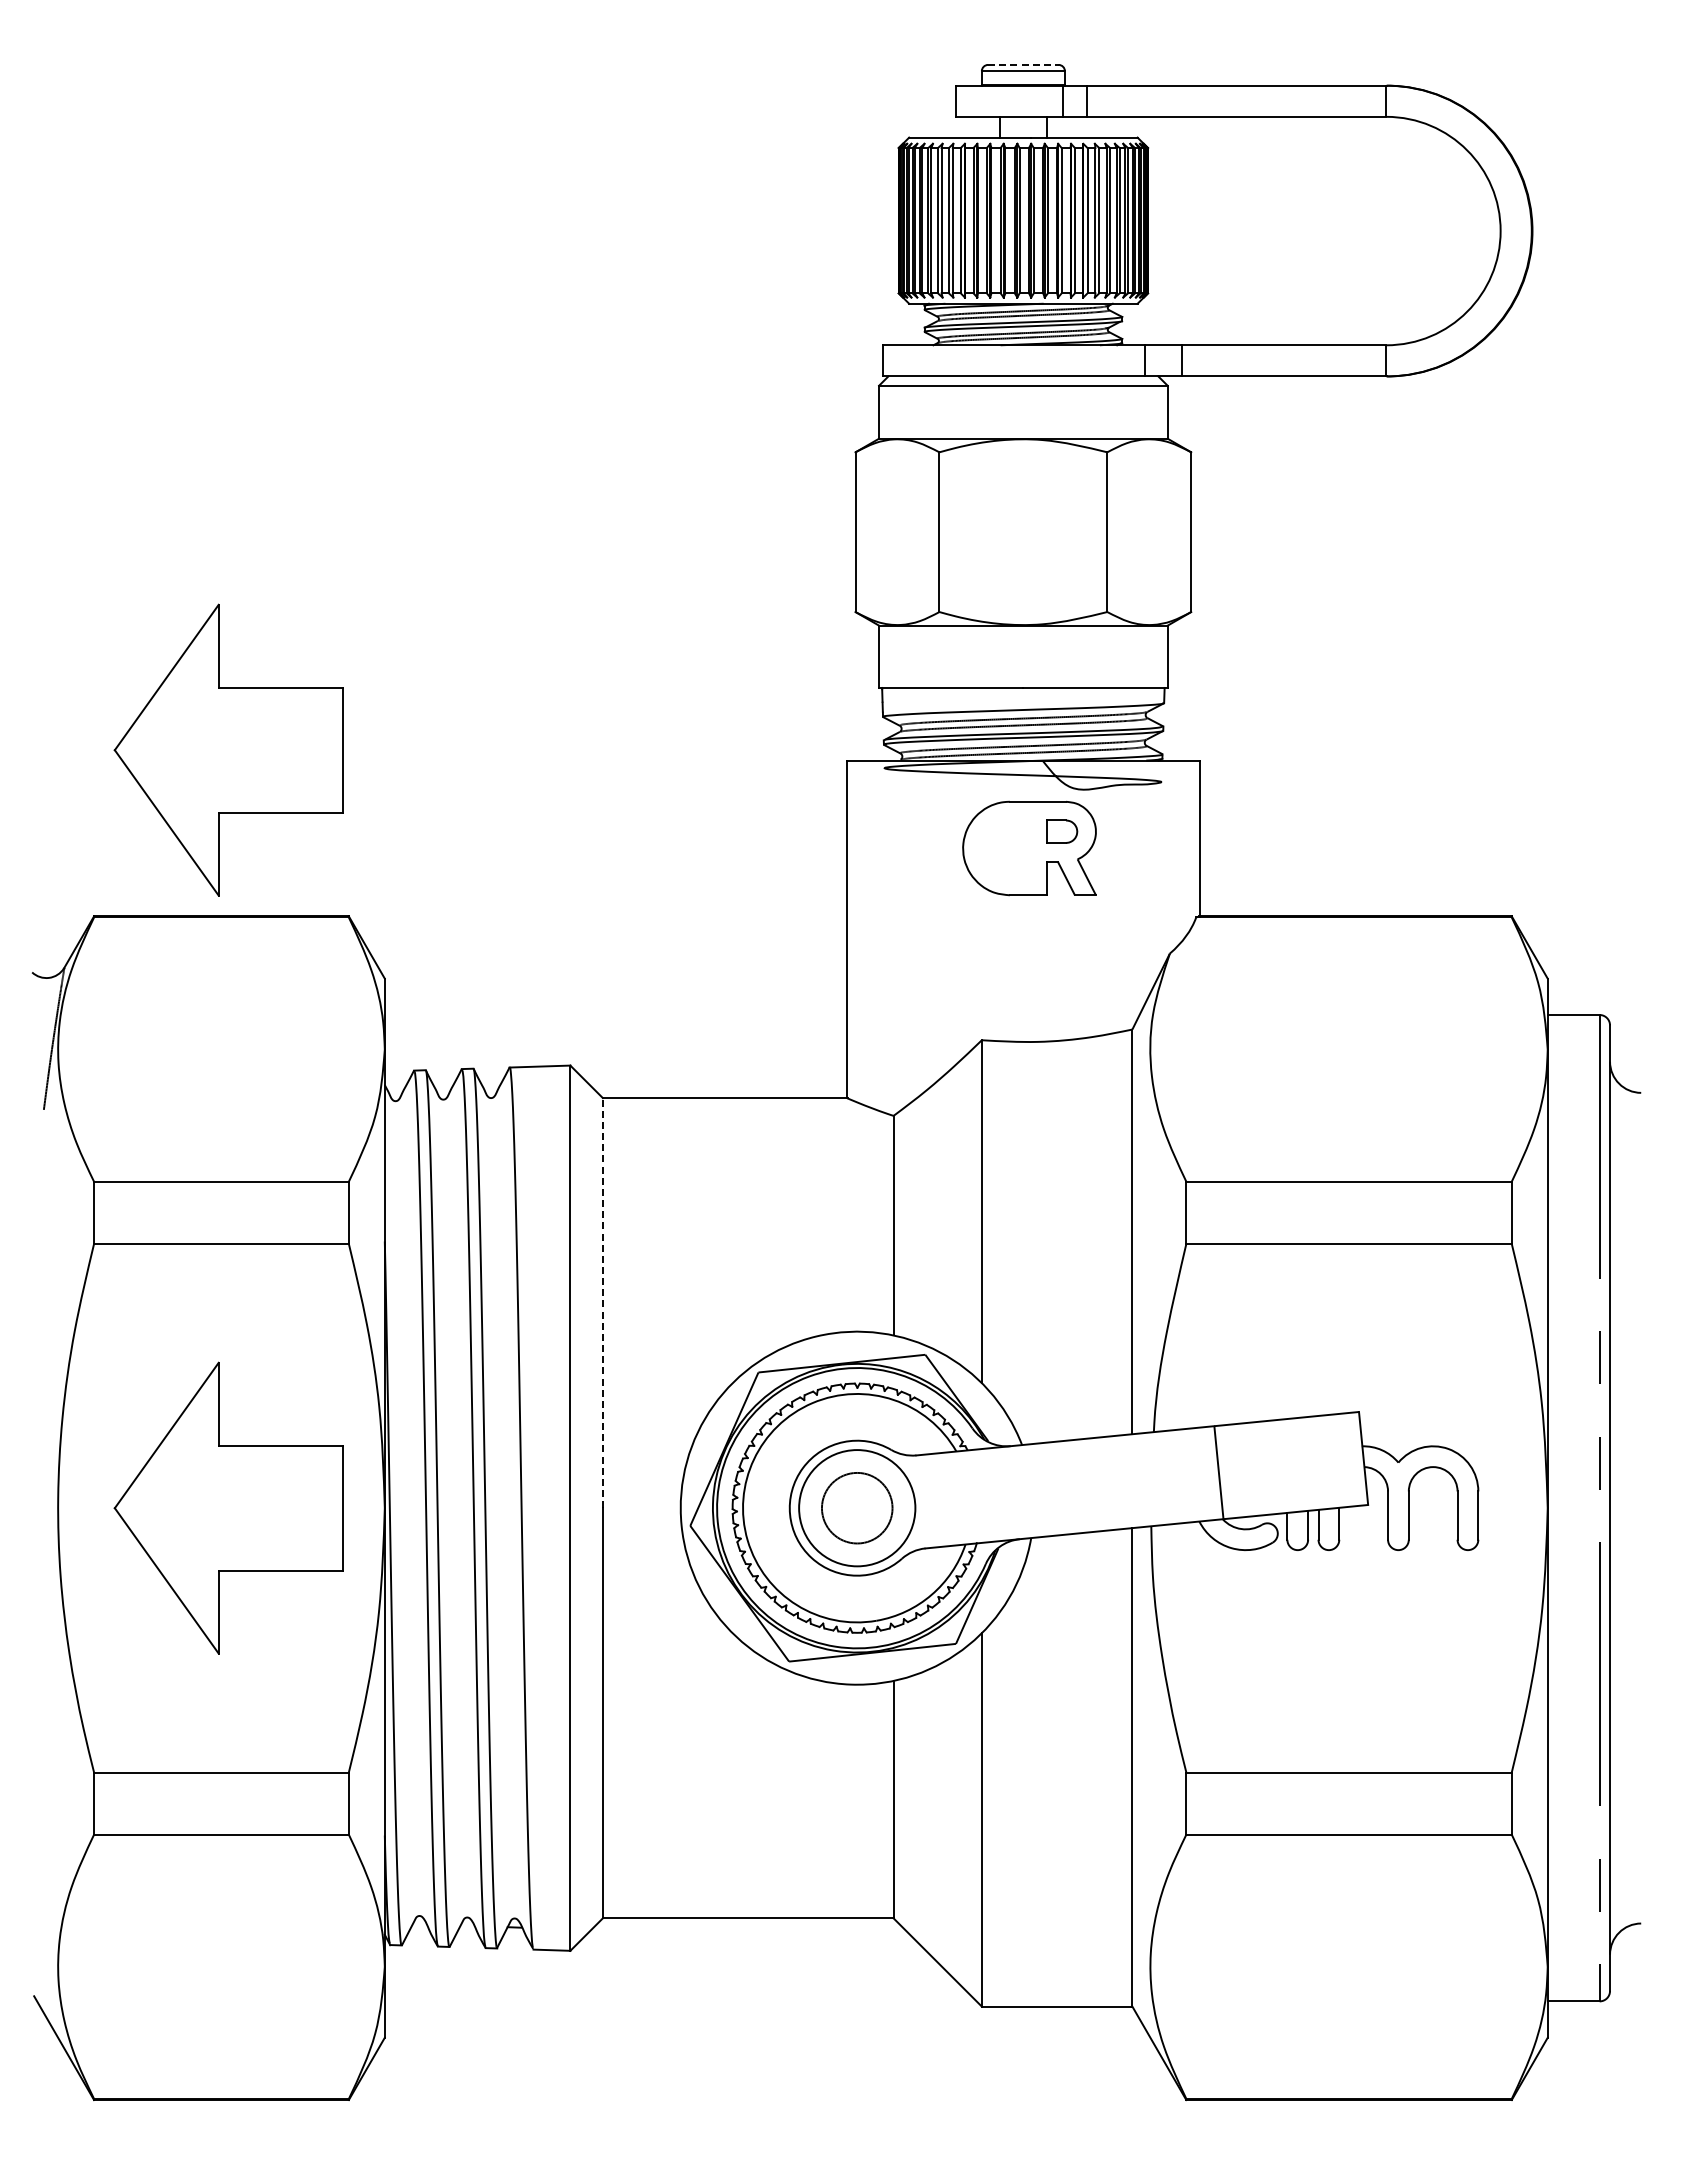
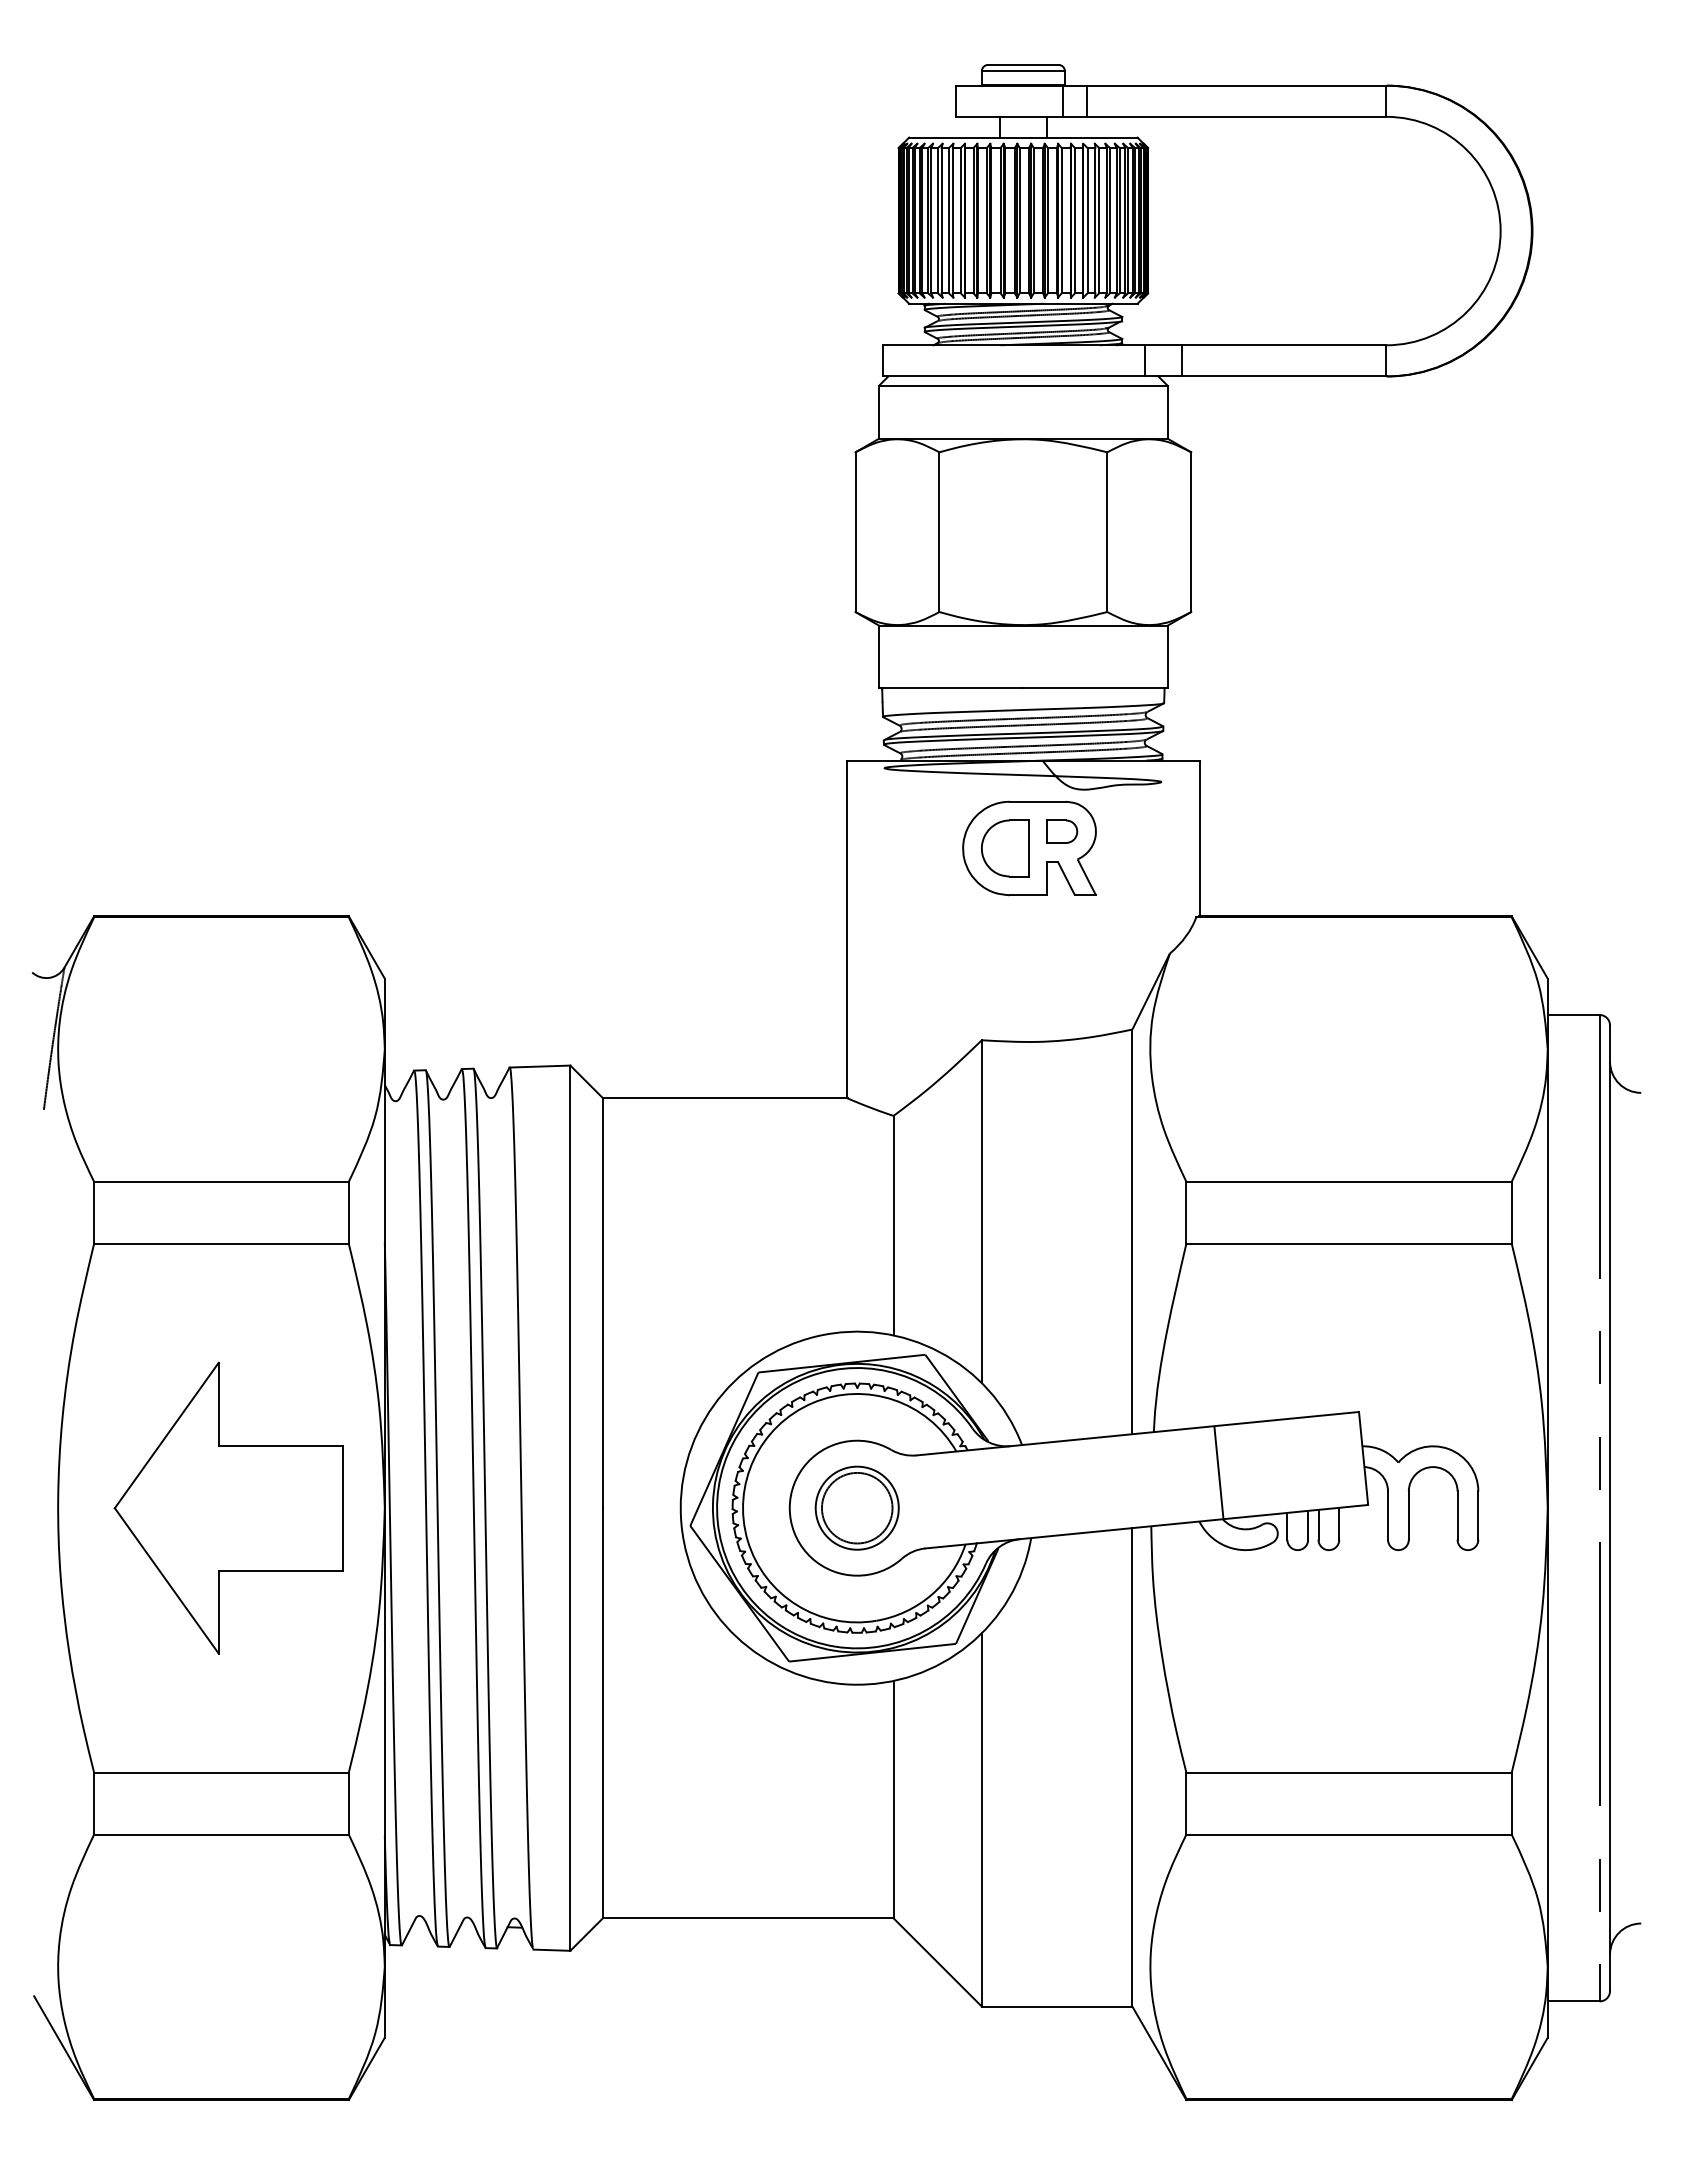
line at (1023, 64): dashed -> solid
part at (228, 749): present -> none
part at (1005, 848): none -> present
line at (602, 1302): dashed -> solid
circle at (857, 1508) diameter: 116 px -> 83 px
